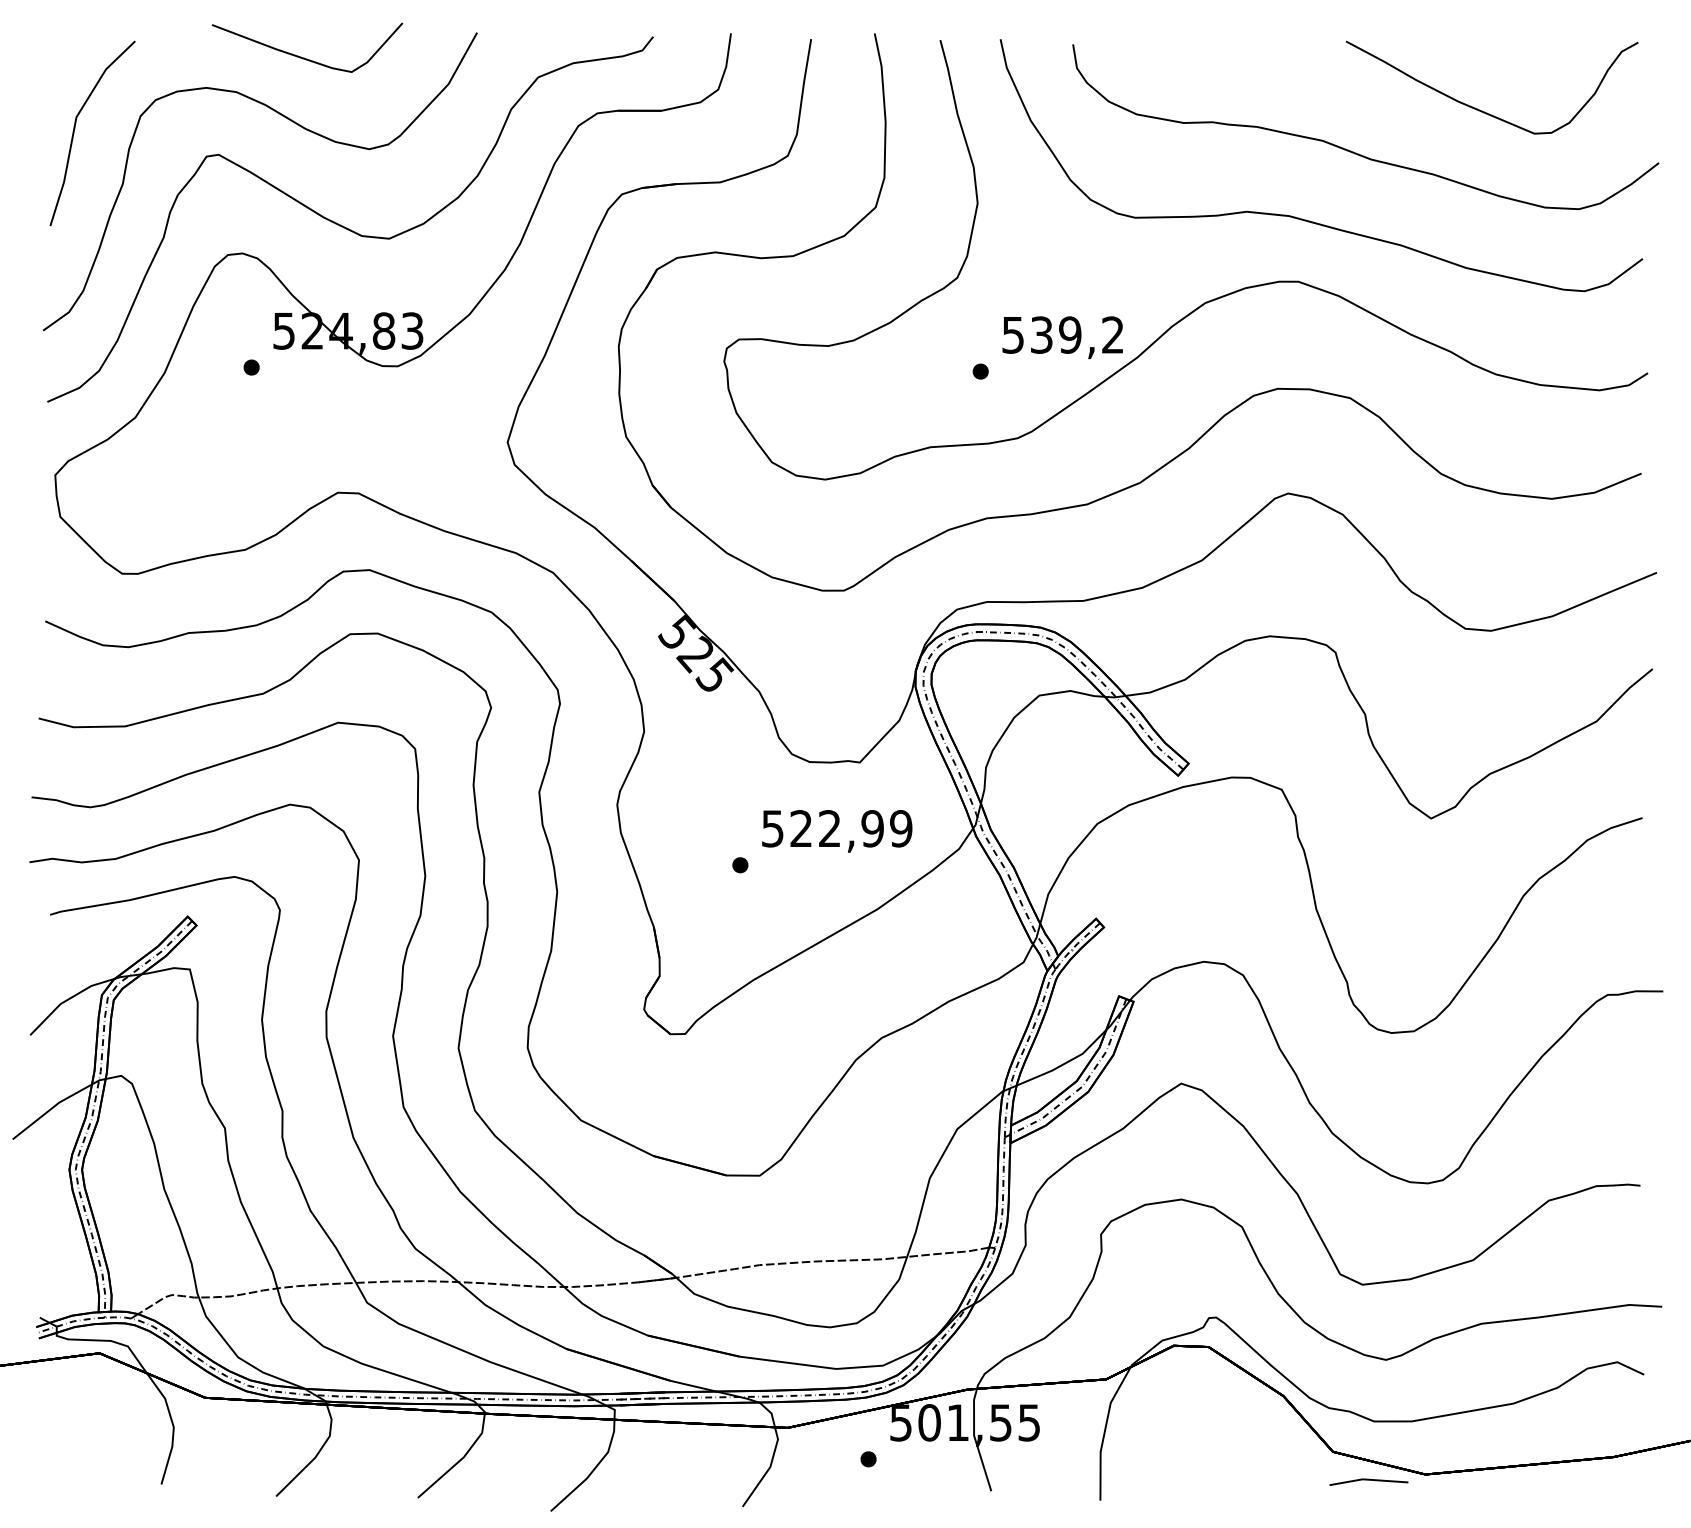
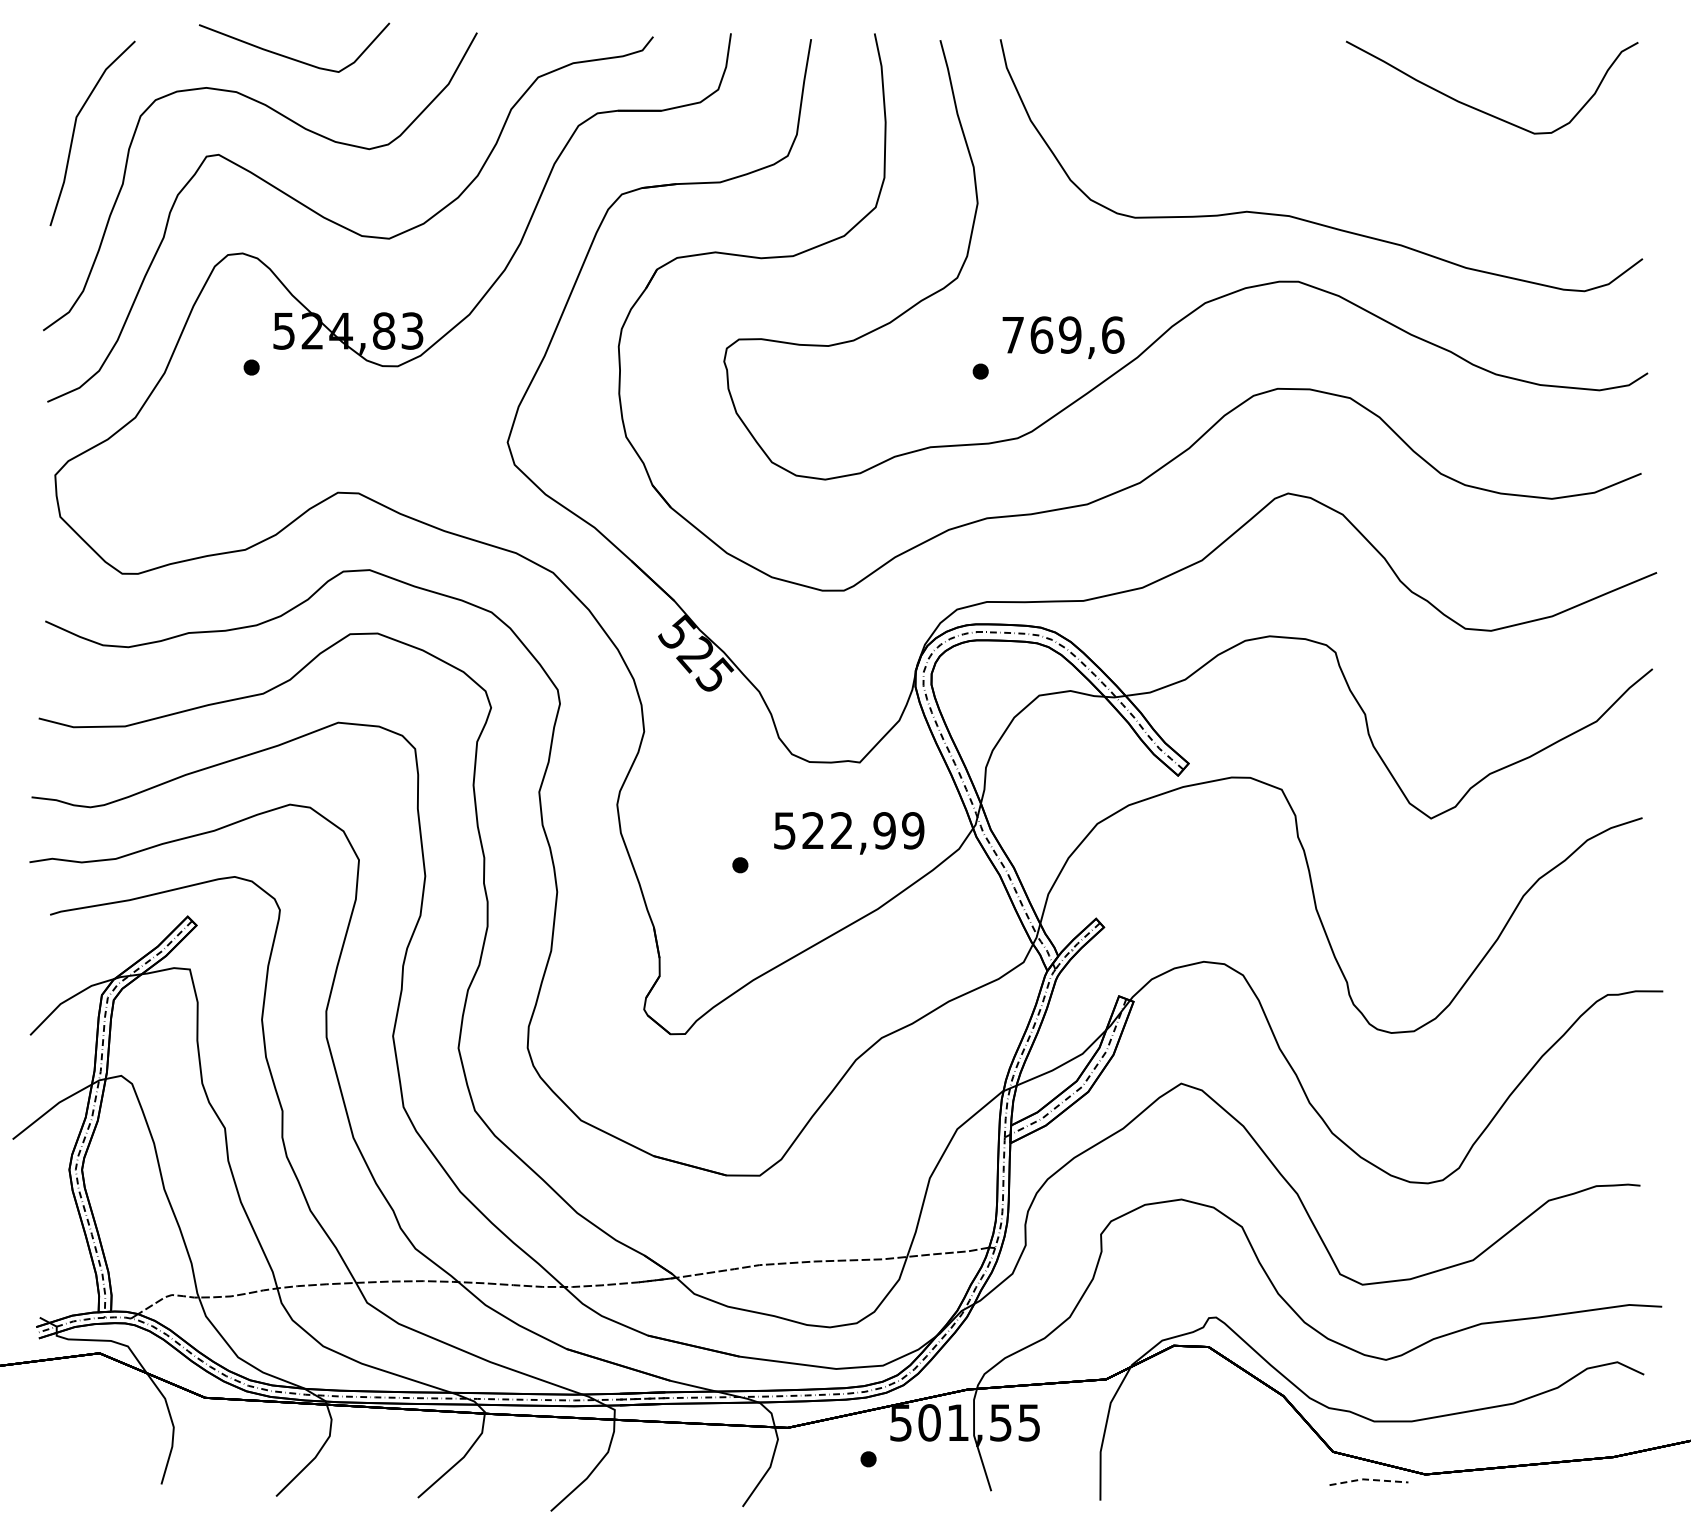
curve at (304, 57) position: (304, 57) -> (291, 57)
curve at (1356, 152): present -> none
text at (1063, 334): 539,2 -> 769,6
text at (837, 831) position: (837, 831) -> (849, 833)
line at (1368, 1479): solid -> dashed
